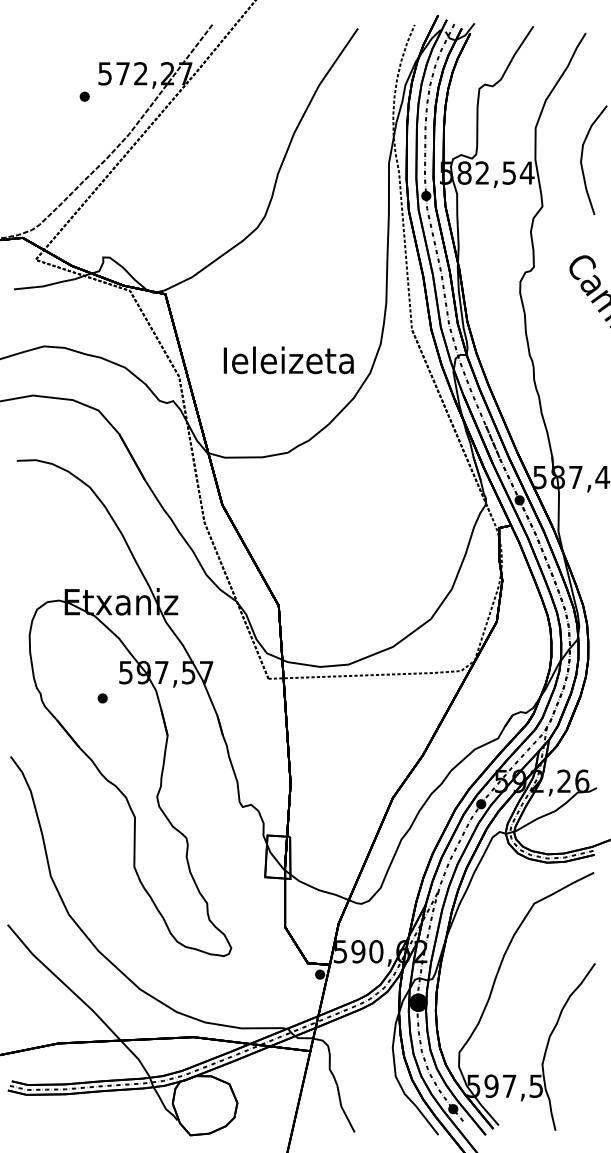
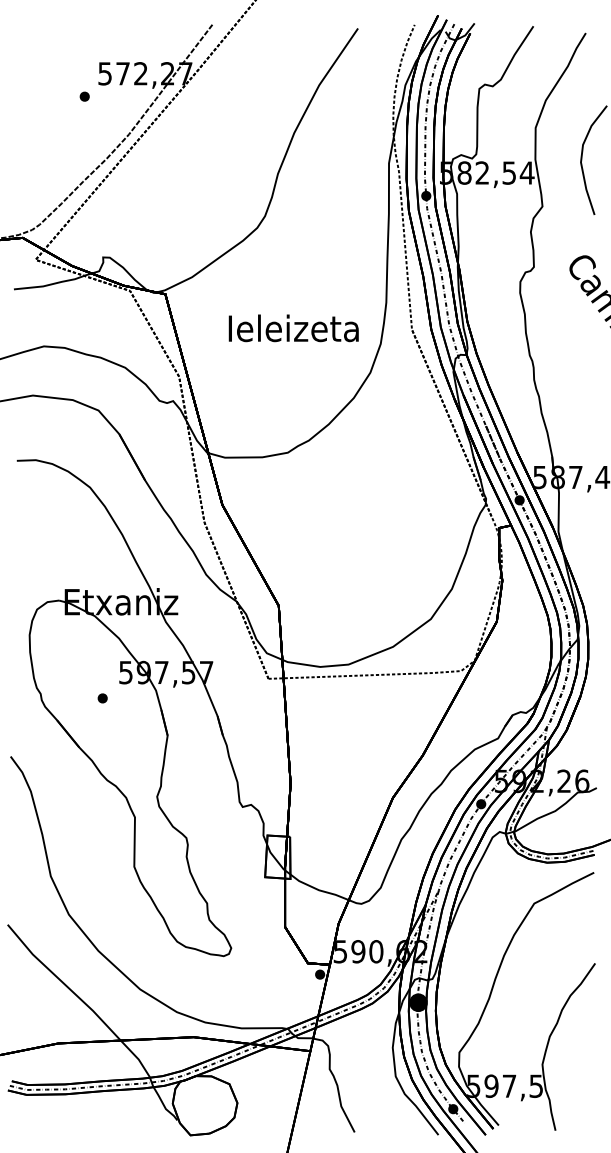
text at (288, 360) position: (288, 360) -> (293, 328)
